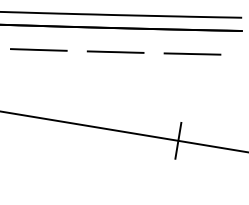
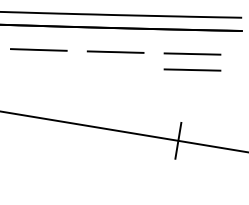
line at (192, 69): none -> present
